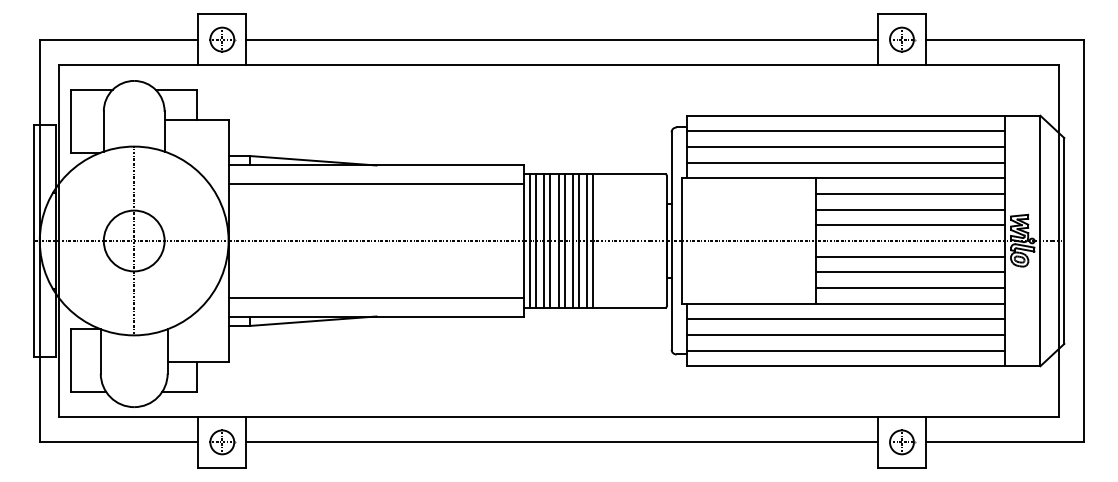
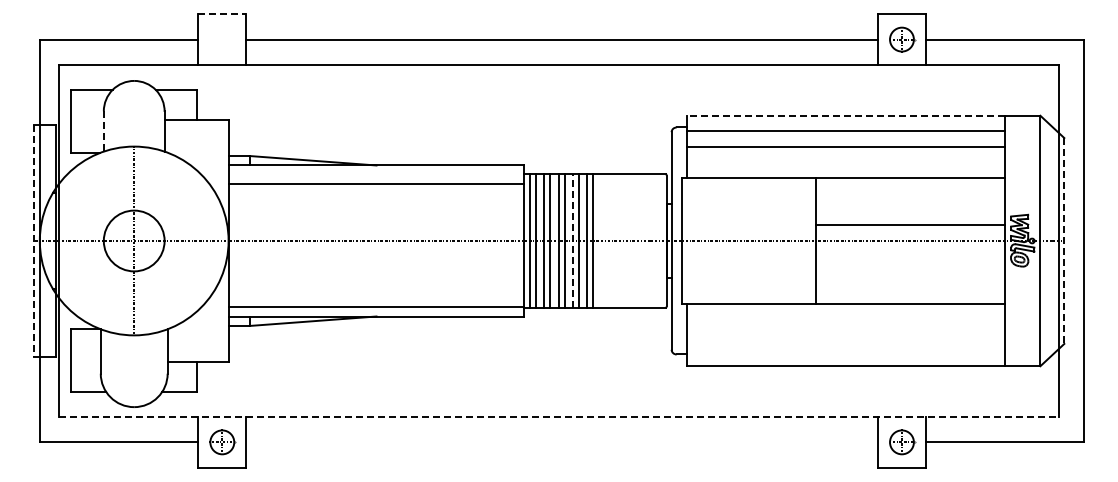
line at (222, 14): solid -> dashed
part at (222, 39): present -> none
line at (845, 115): solid -> dashed
line at (103, 131): solid -> dashed
line at (845, 162): present -> none
line at (909, 194): present -> none
line at (909, 209): present -> none
line at (572, 240): solid -> dashed
line at (33, 241): solid -> dashed
line at (1064, 241): solid -> dashed
line at (909, 256): present -> none
line at (909, 272): present -> none
line at (909, 287): present -> none
line at (376, 297) position: (376, 297) -> (376, 306)
line at (845, 319): present -> none
line at (845, 334): present -> none
line at (845, 350): present -> none
line at (559, 417): solid -> dashed
line at (562, 442): present -> none
